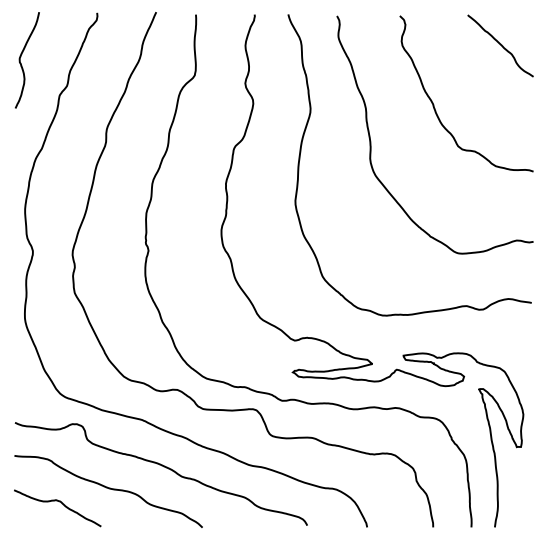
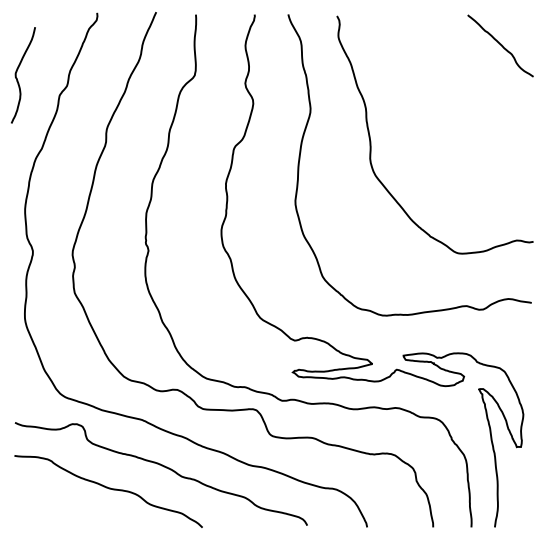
curve at (21, 63) position: (21, 63) -> (17, 78)
curve at (434, 104): present -> none
curve at (59, 502): present -> none
